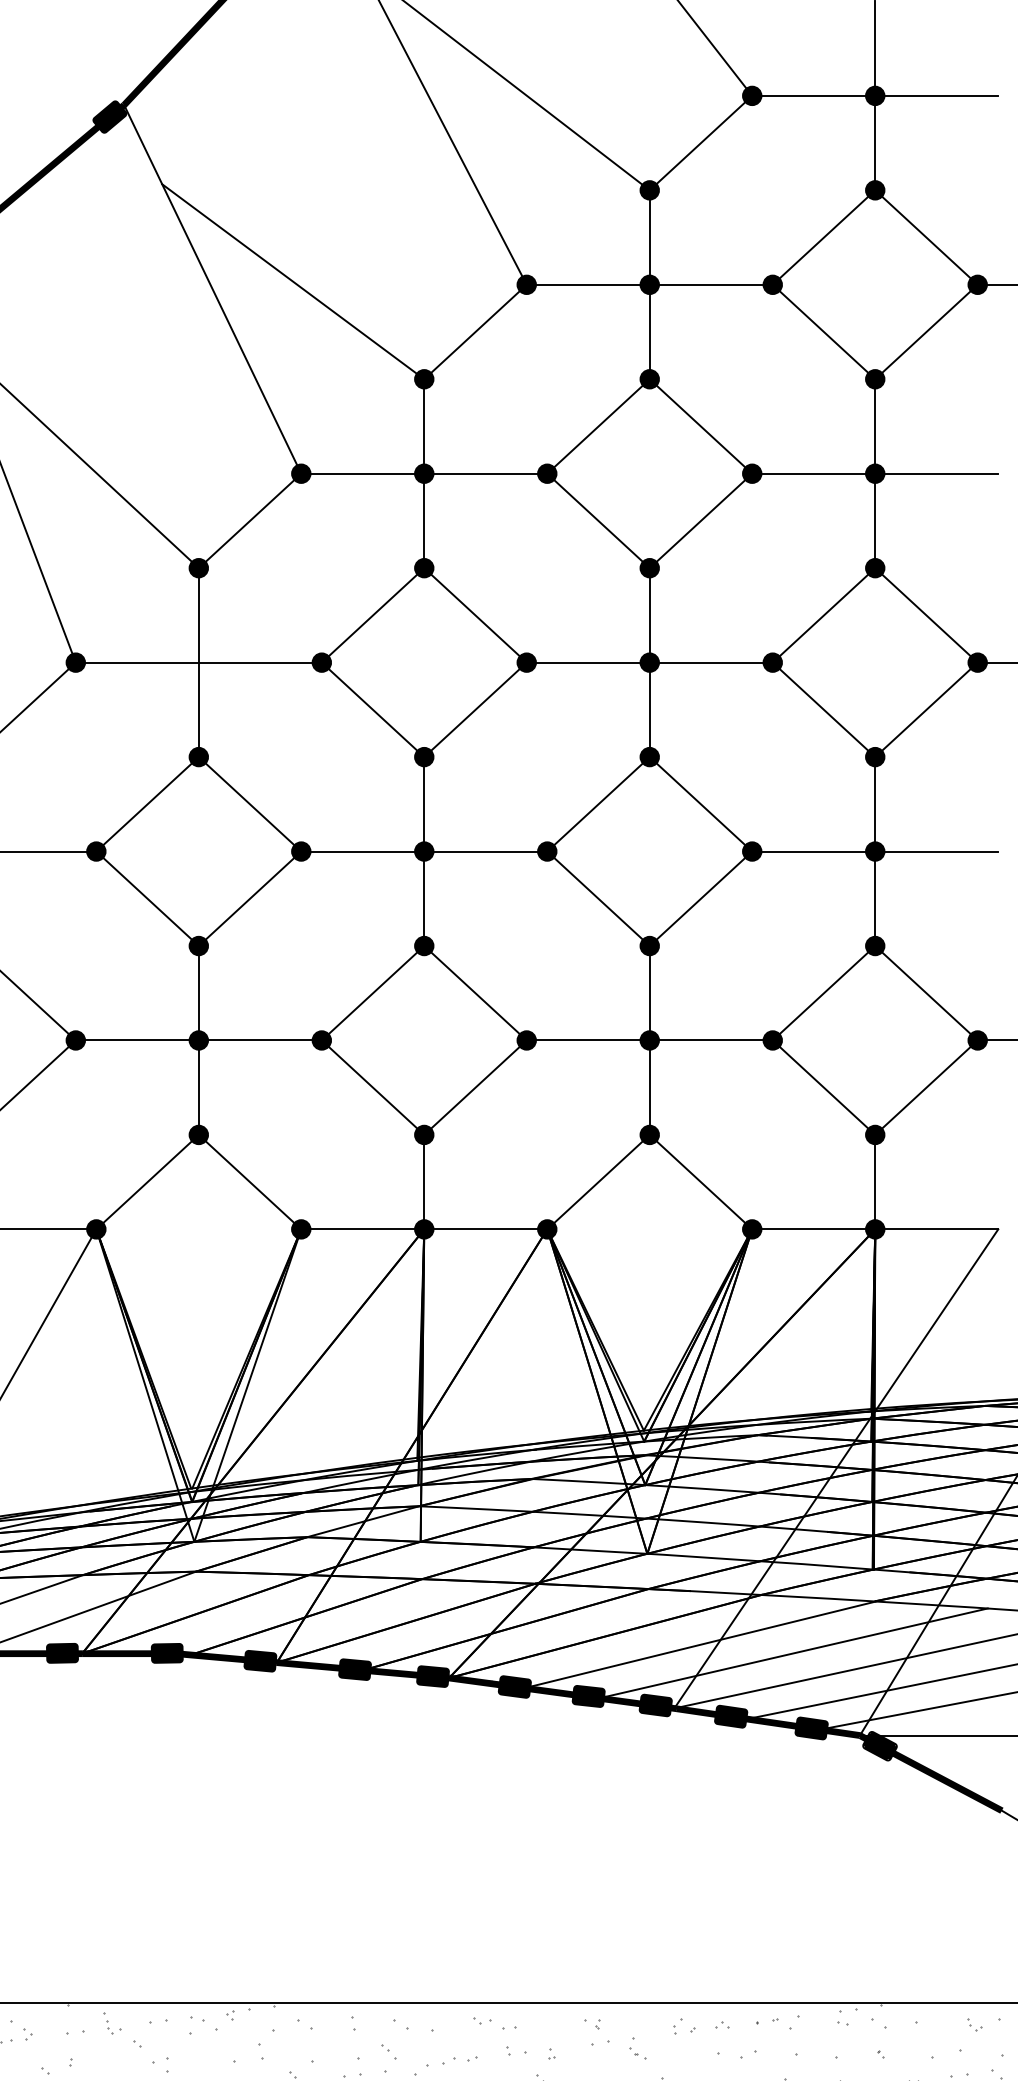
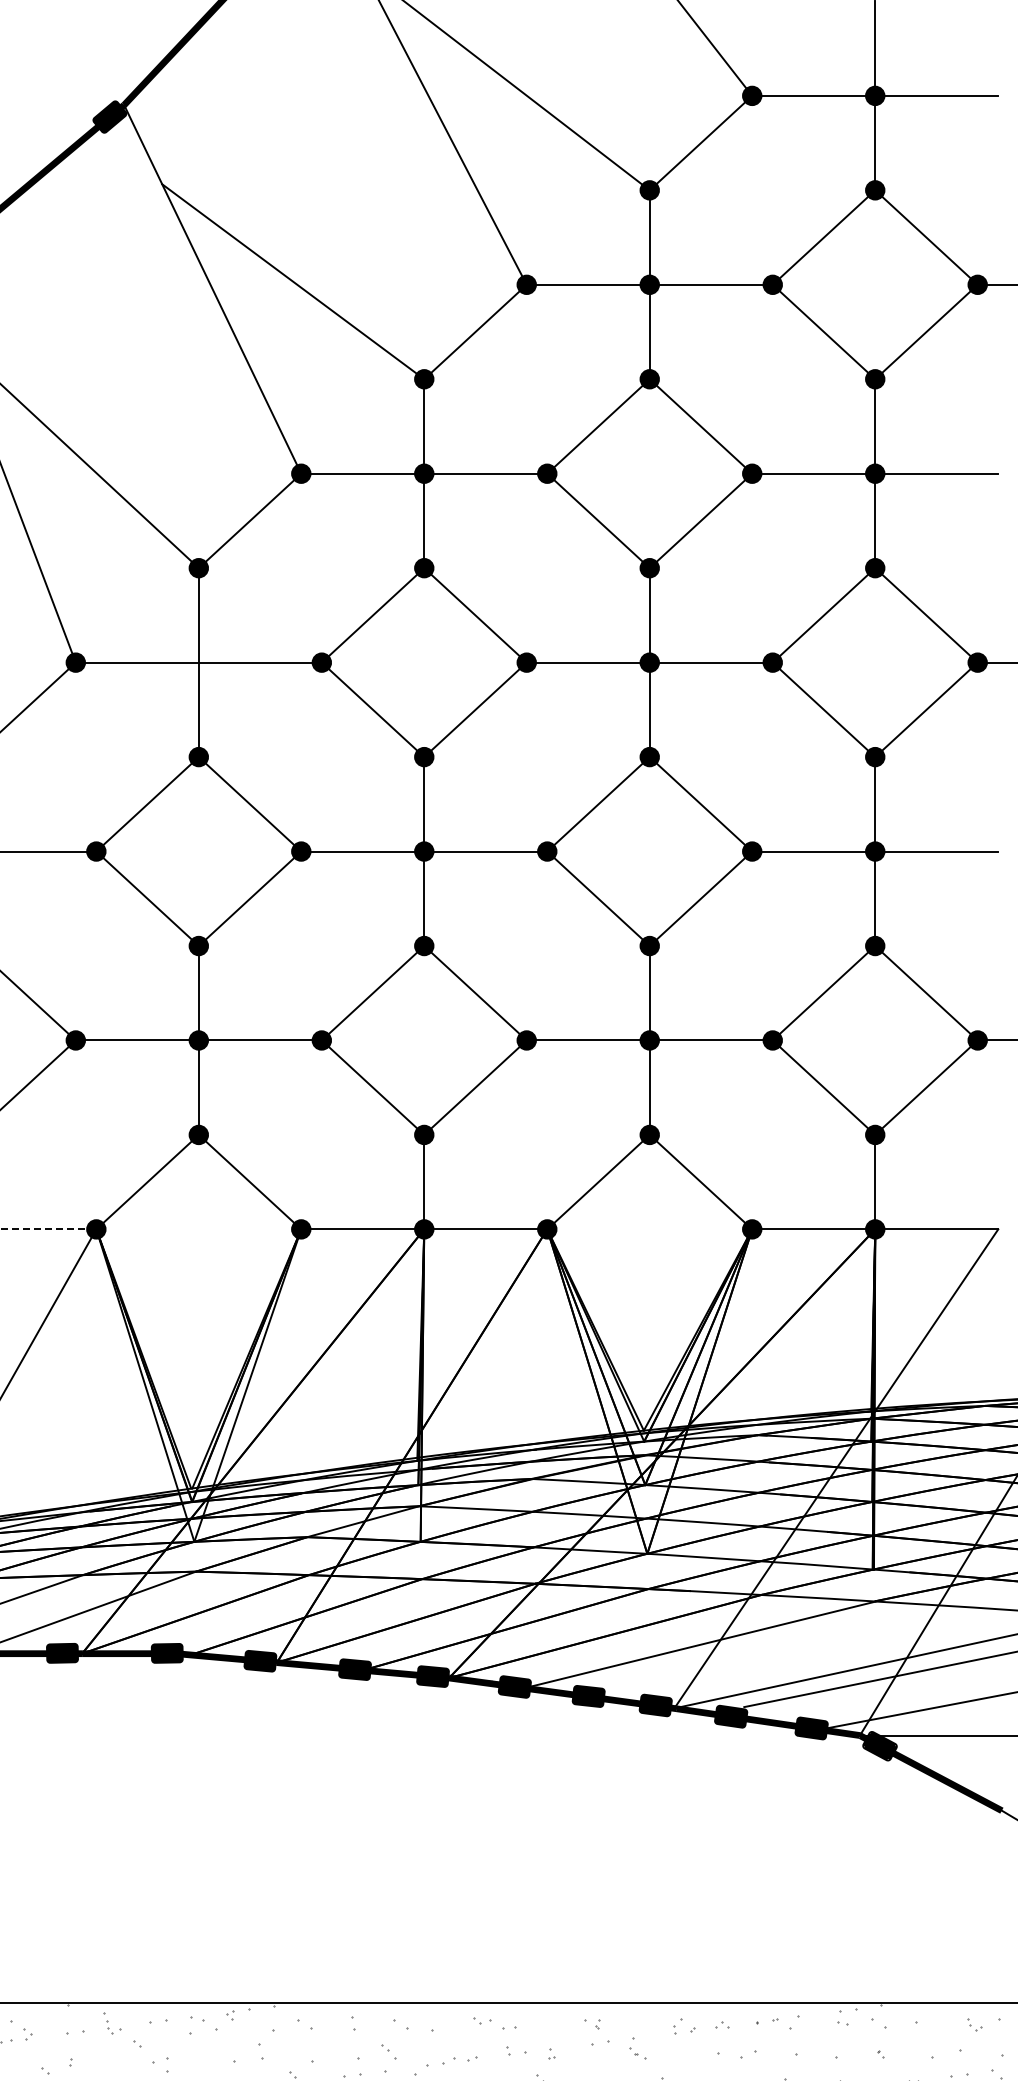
line at (47, 1229): solid -> dashed
line at (794, 1652): present -> none
line at (880, 1691) position: (880, 1691) -> (879, 1679)
